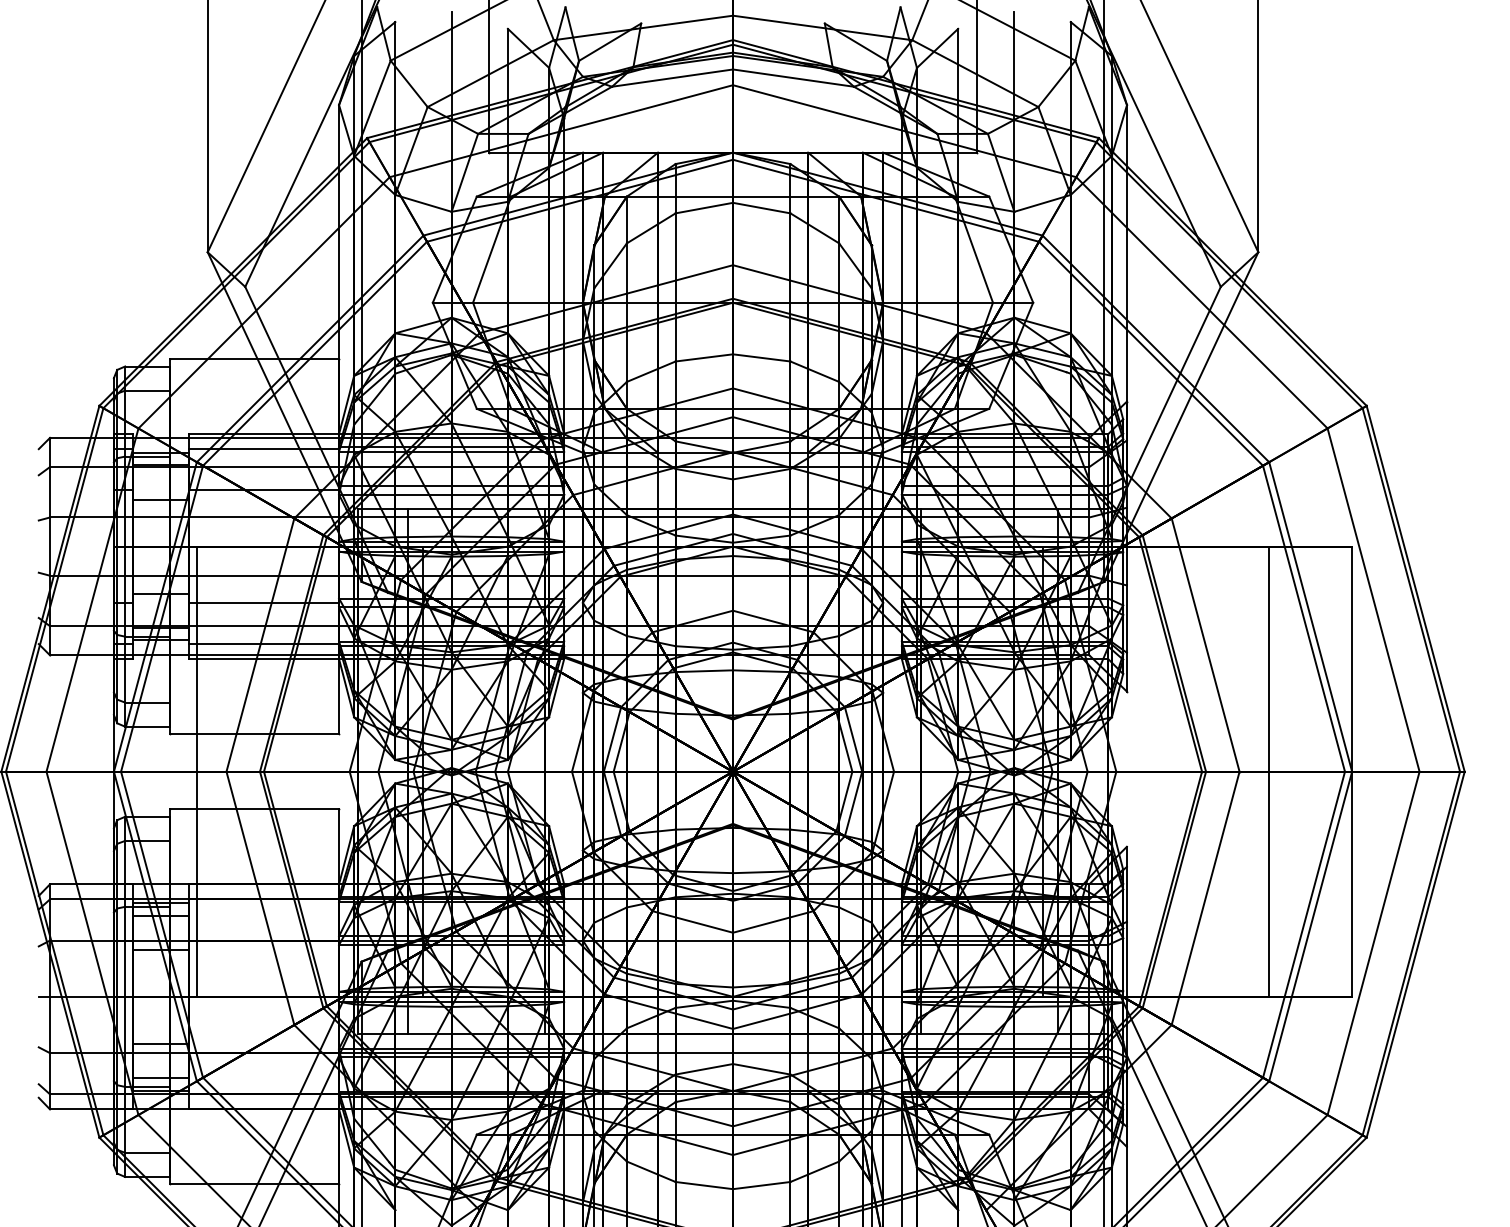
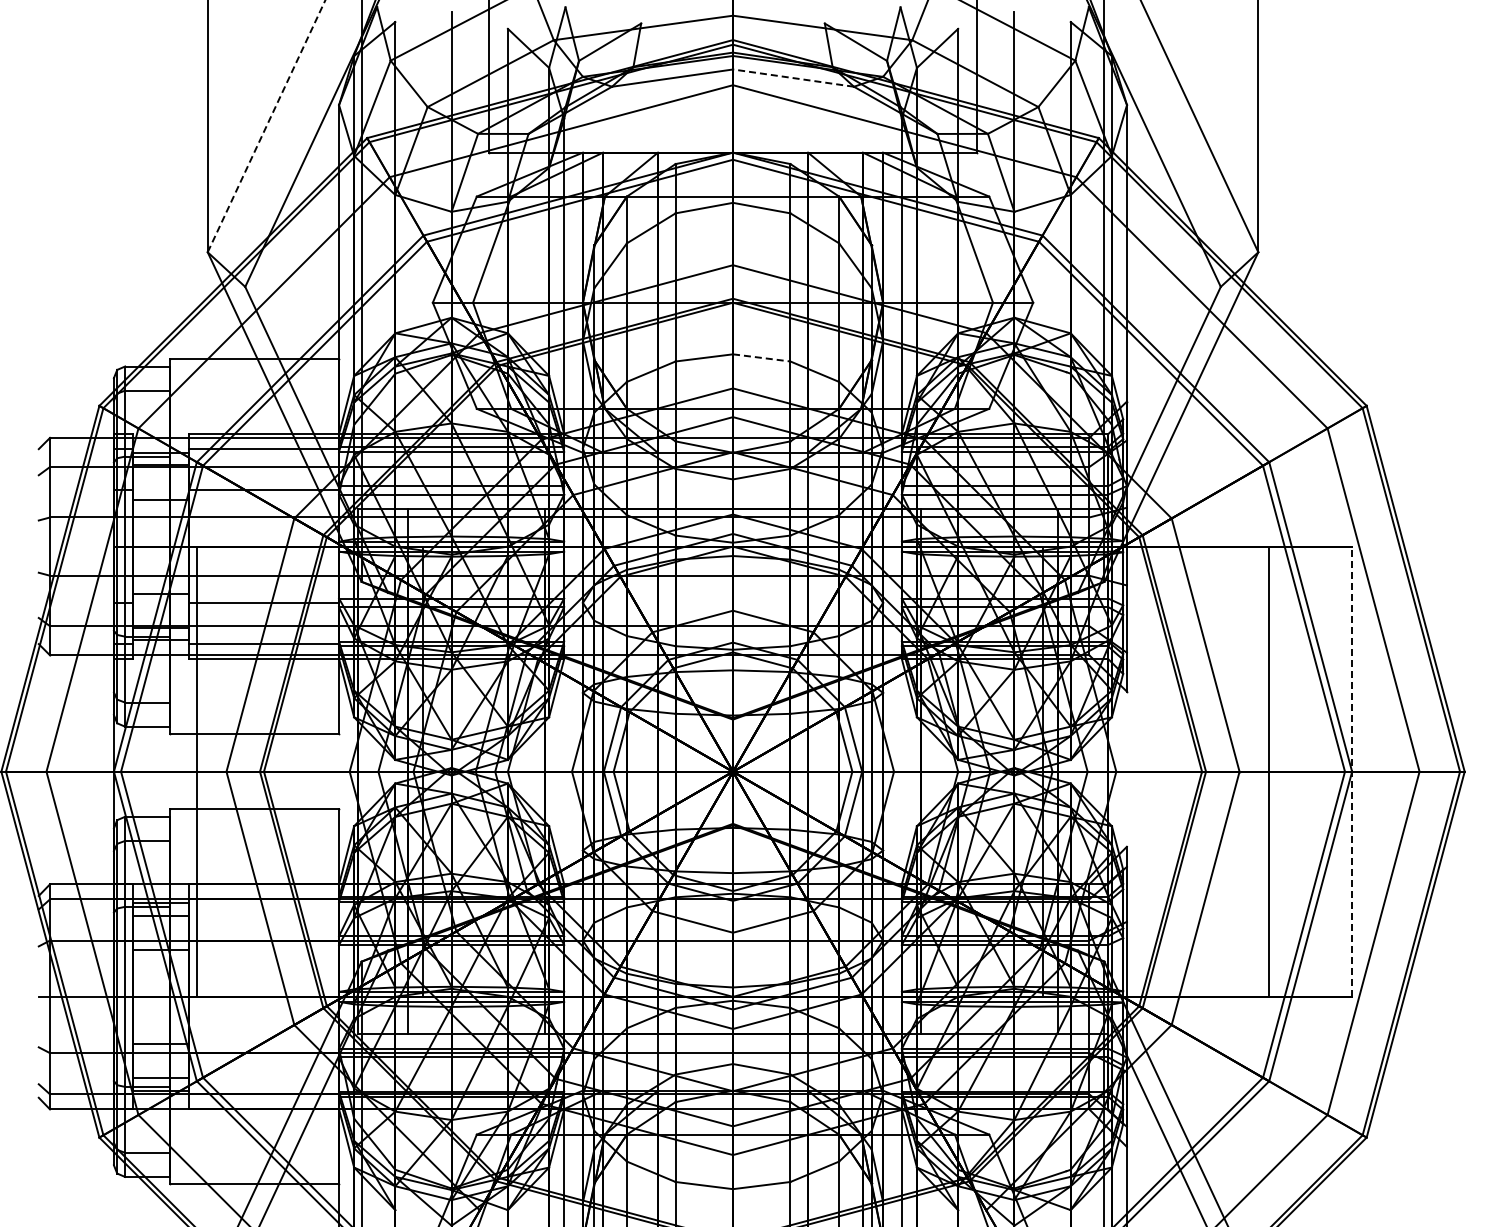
line at (793, 78): solid -> dashed
line at (266, 126): solid -> dashed
line at (761, 357): solid -> dashed
line at (1352, 771): solid -> dashed
